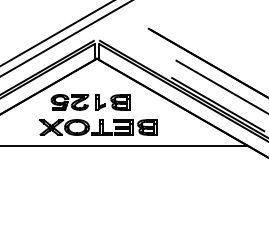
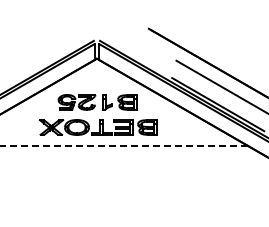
line at (56, 33): present -> none
line at (65, 38): present -> none
part at (90, 102) position: (90, 102) -> (97, 102)
line at (123, 145): solid -> dashed
